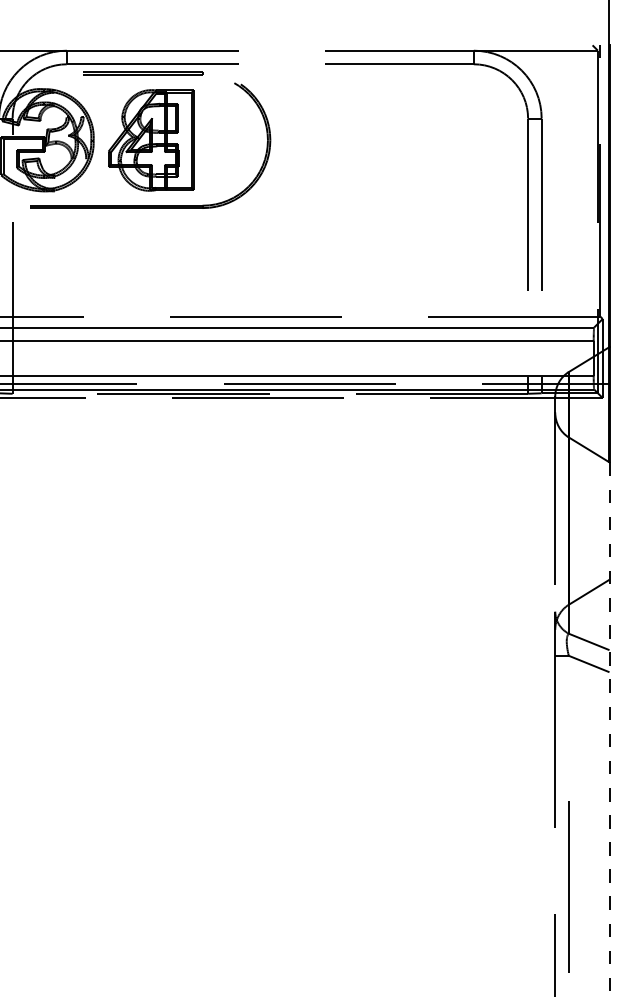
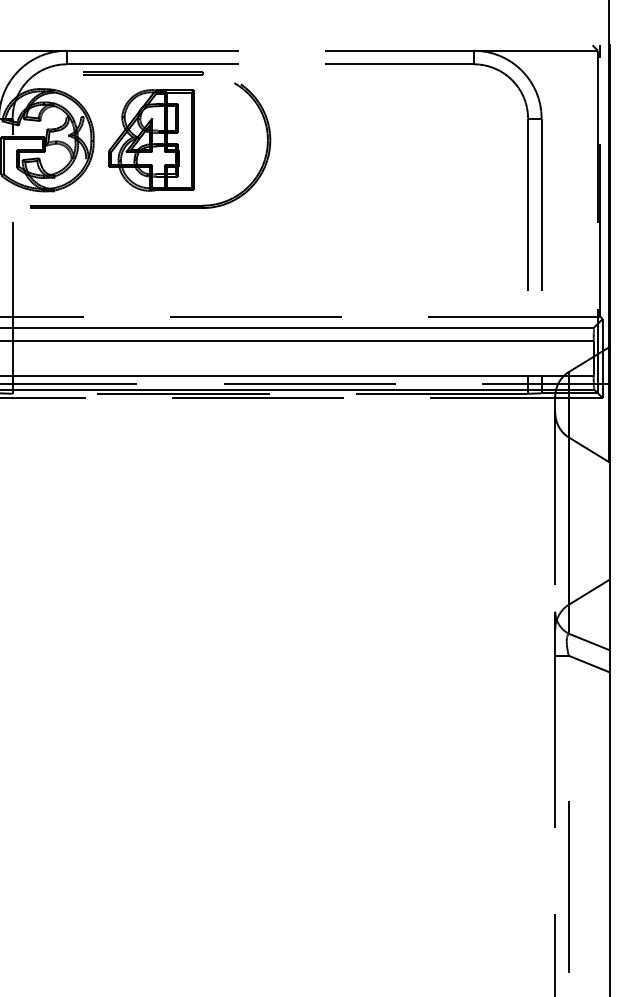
line at (609, 729): dashed -> solid
